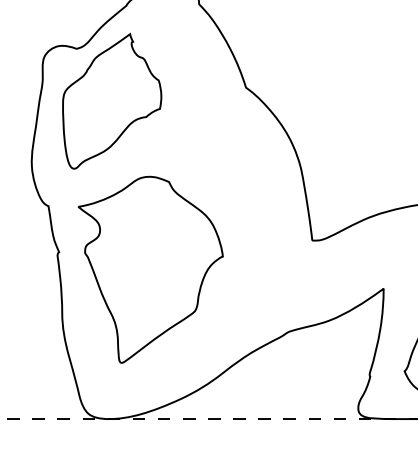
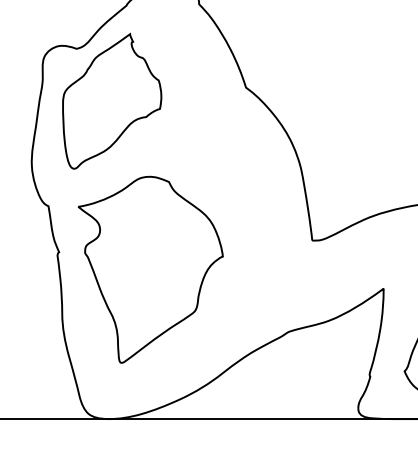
line at (209, 419): dashed -> solid
